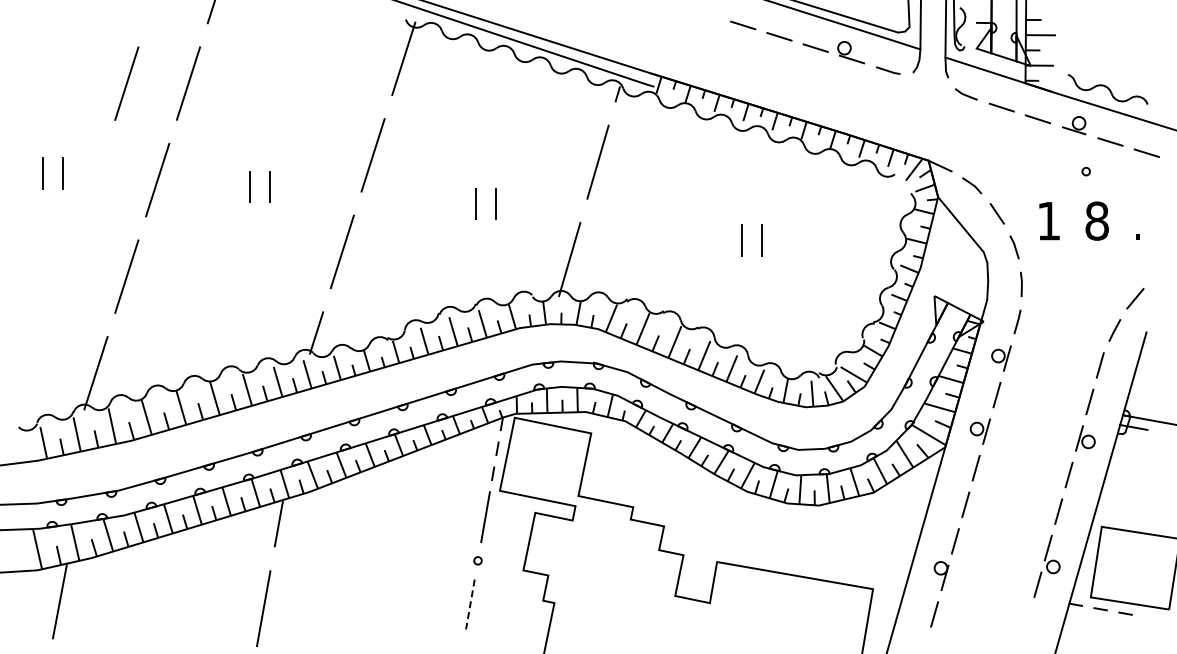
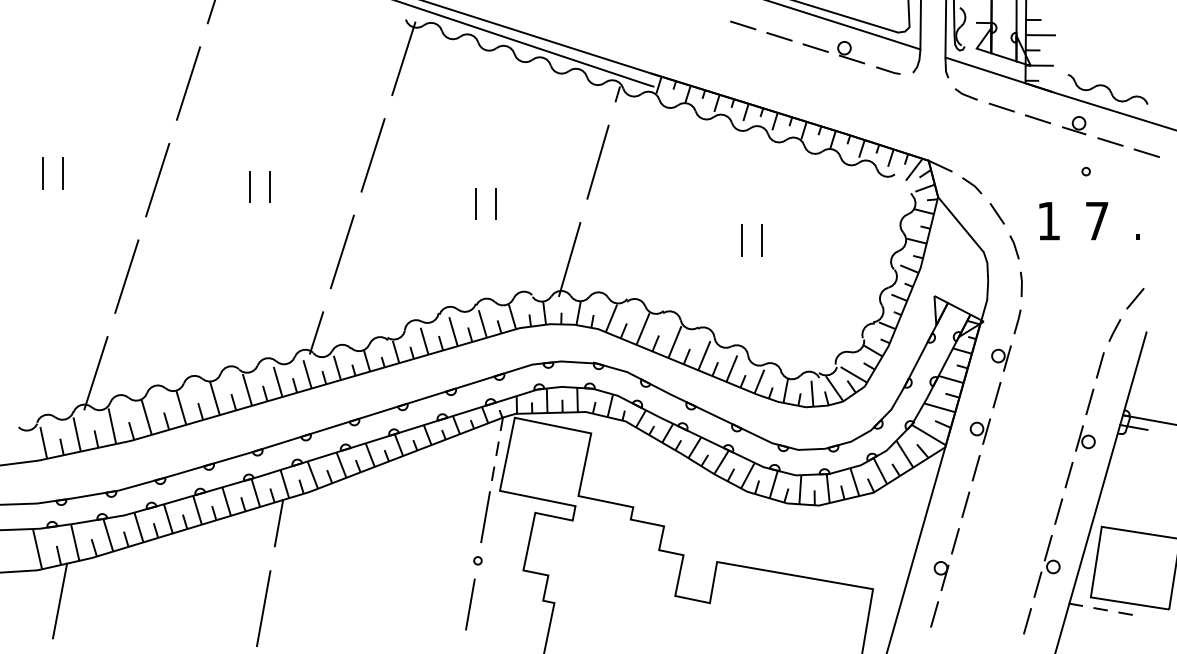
line at (126, 83): present -> none
text at (1096, 220): 8 -> 7
line at (470, 605): dashed -> solid
line at (1027, 621): none -> present
